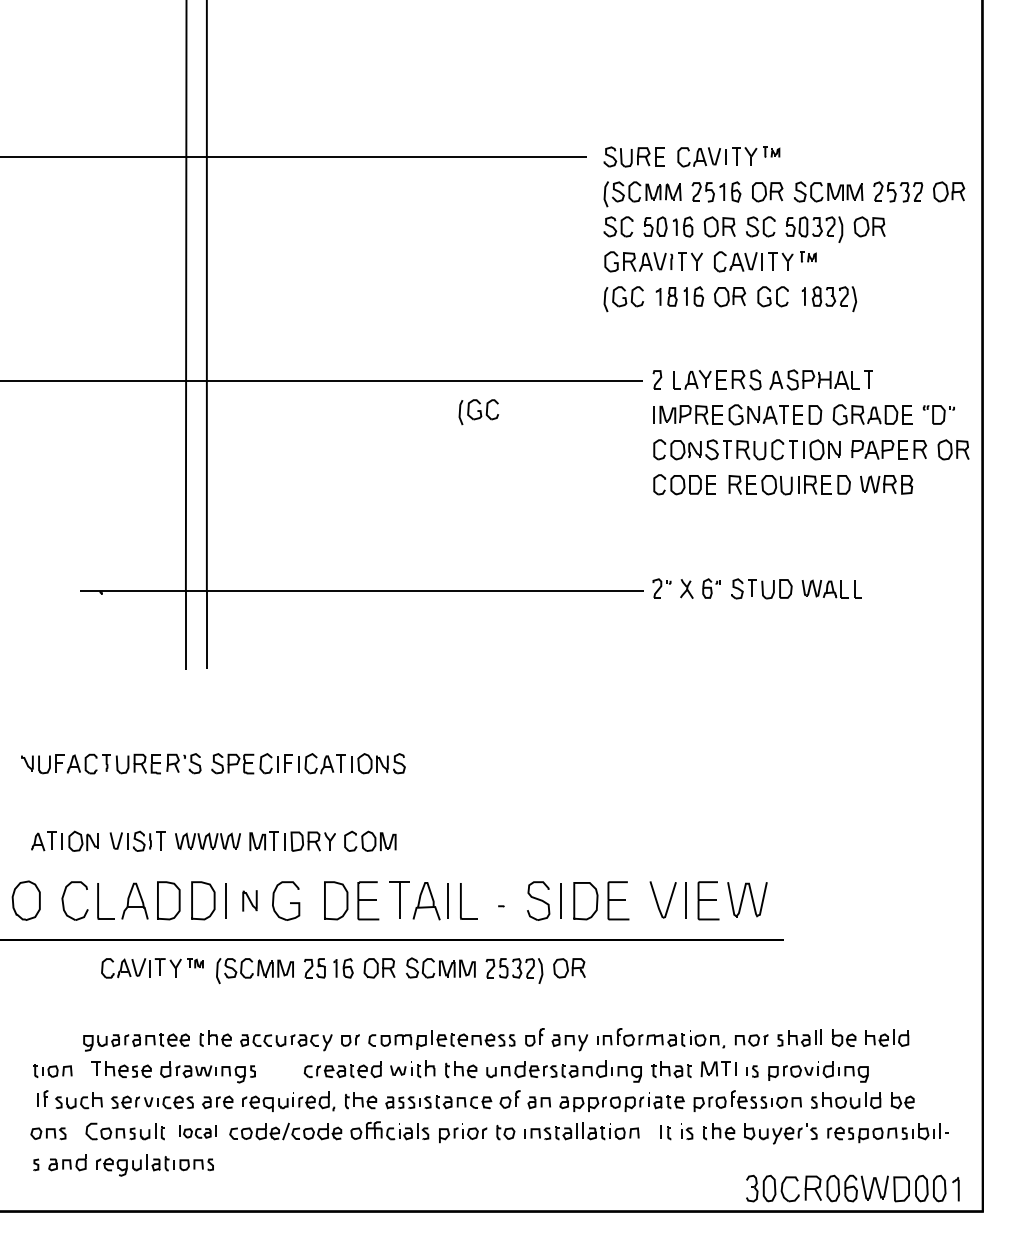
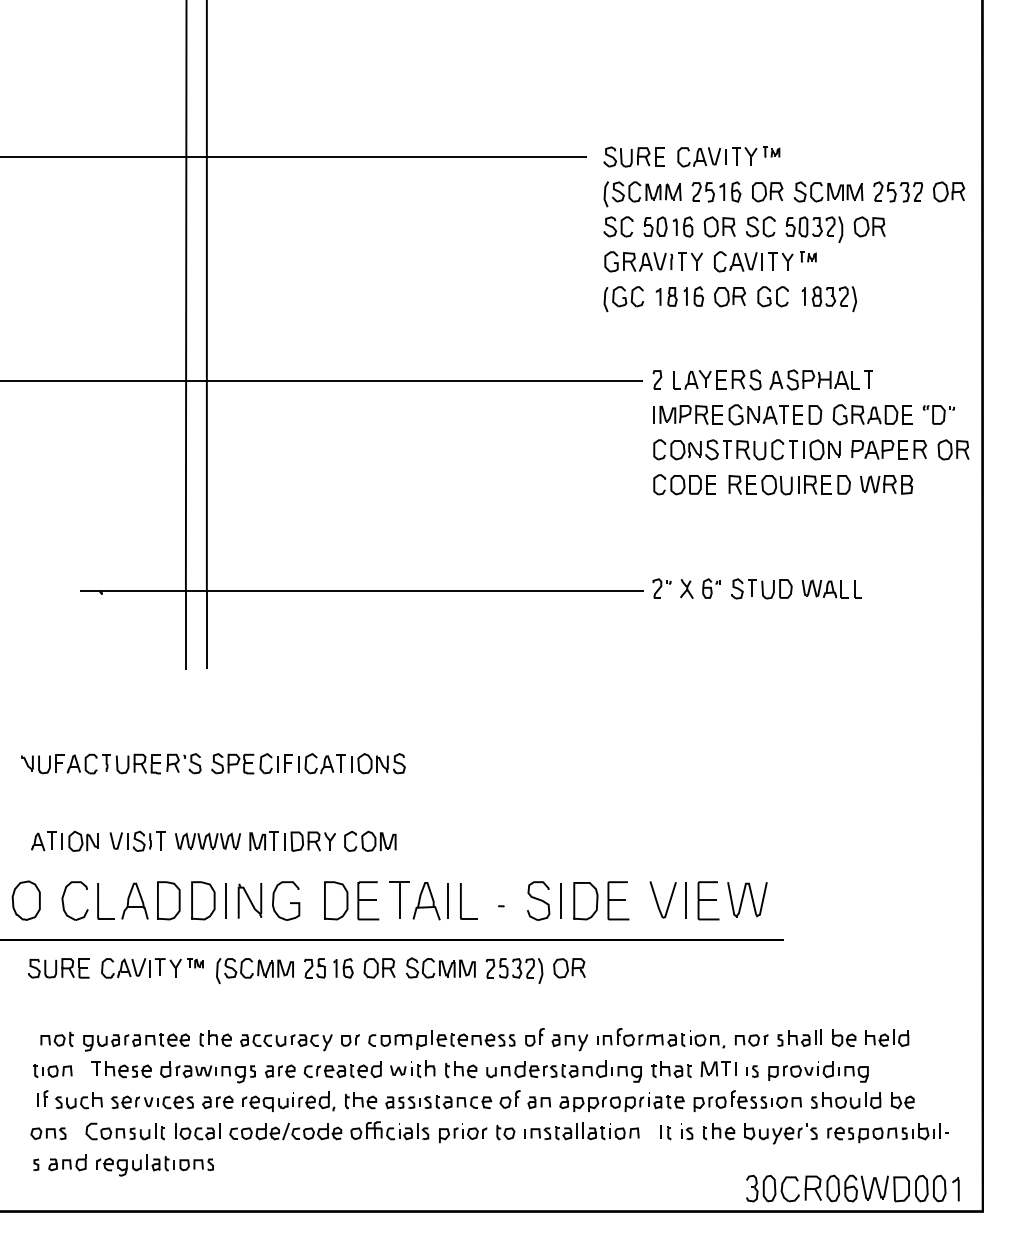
part at (478, 412): present -> none
part at (249, 900) size: 16x22 px -> 26x36 px
part at (58, 968): none -> present
part at (56, 1038): none -> present
part at (280, 1071): none -> present
part at (197, 1131) size: 38x14 px -> 46x18 px
